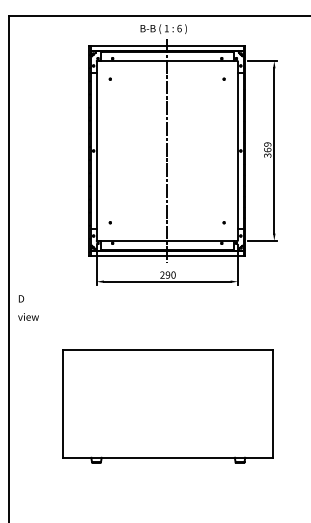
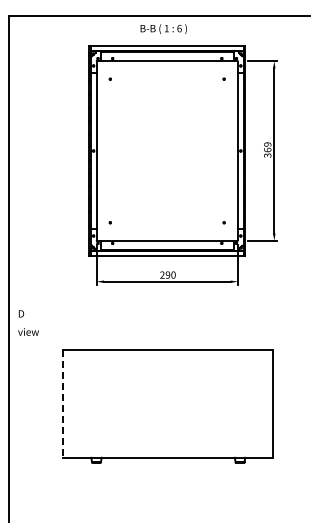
line at (167, 150): present -> none
text at (28, 307) position: (28, 307) -> (28, 322)
line at (63, 403): solid -> dashed
